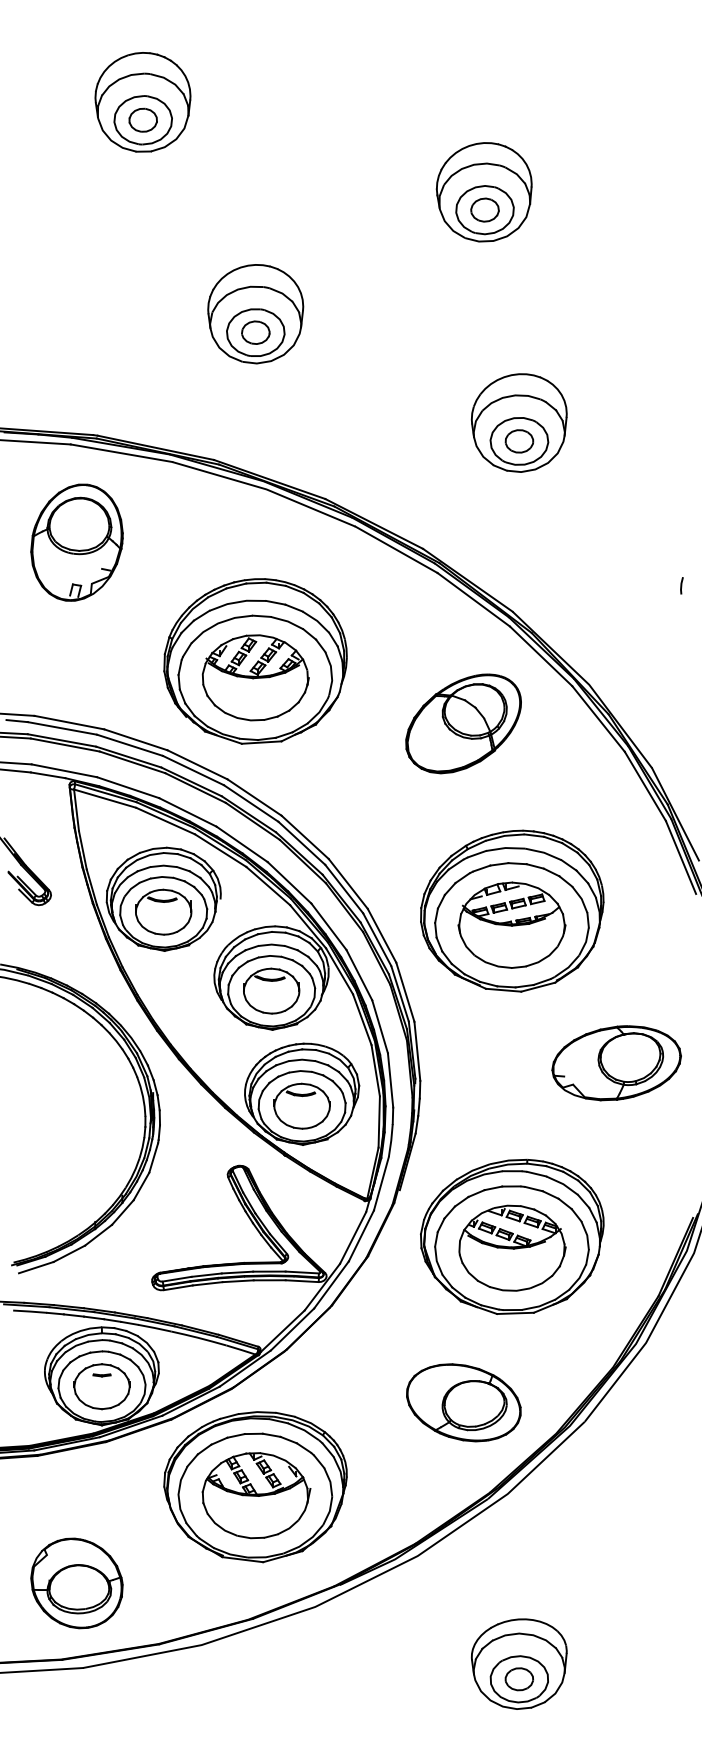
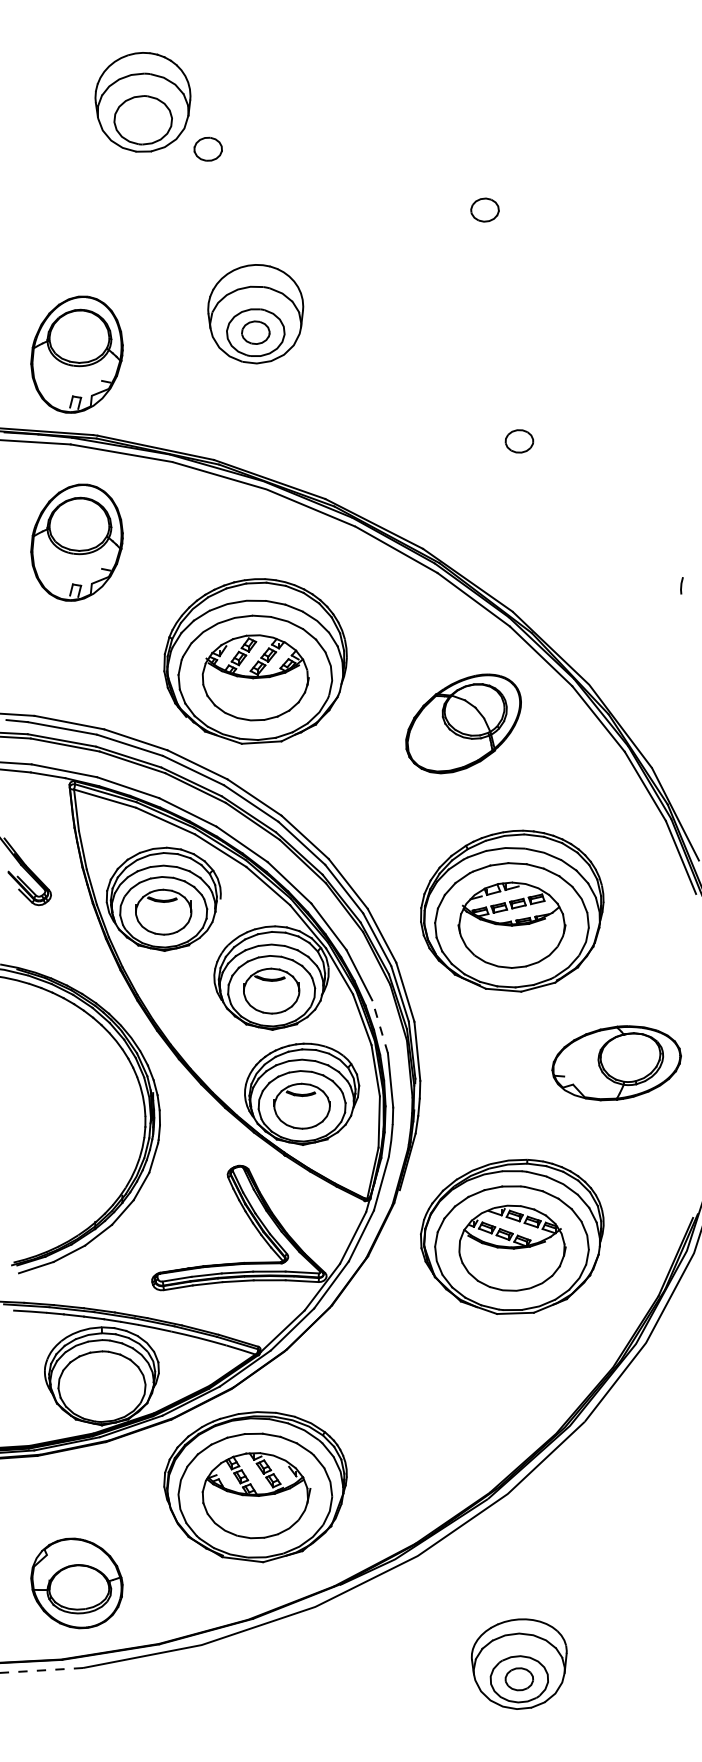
part at (142, 119) position: (142, 119) -> (207, 148)
part at (483, 192): present -> none
part at (76, 354): none -> present
part at (518, 422): present -> none
line at (380, 1026): solid -> dashed
part at (101, 1386): present -> none
part at (463, 1402): present -> none
line at (41, 1670): solid -> dashed
